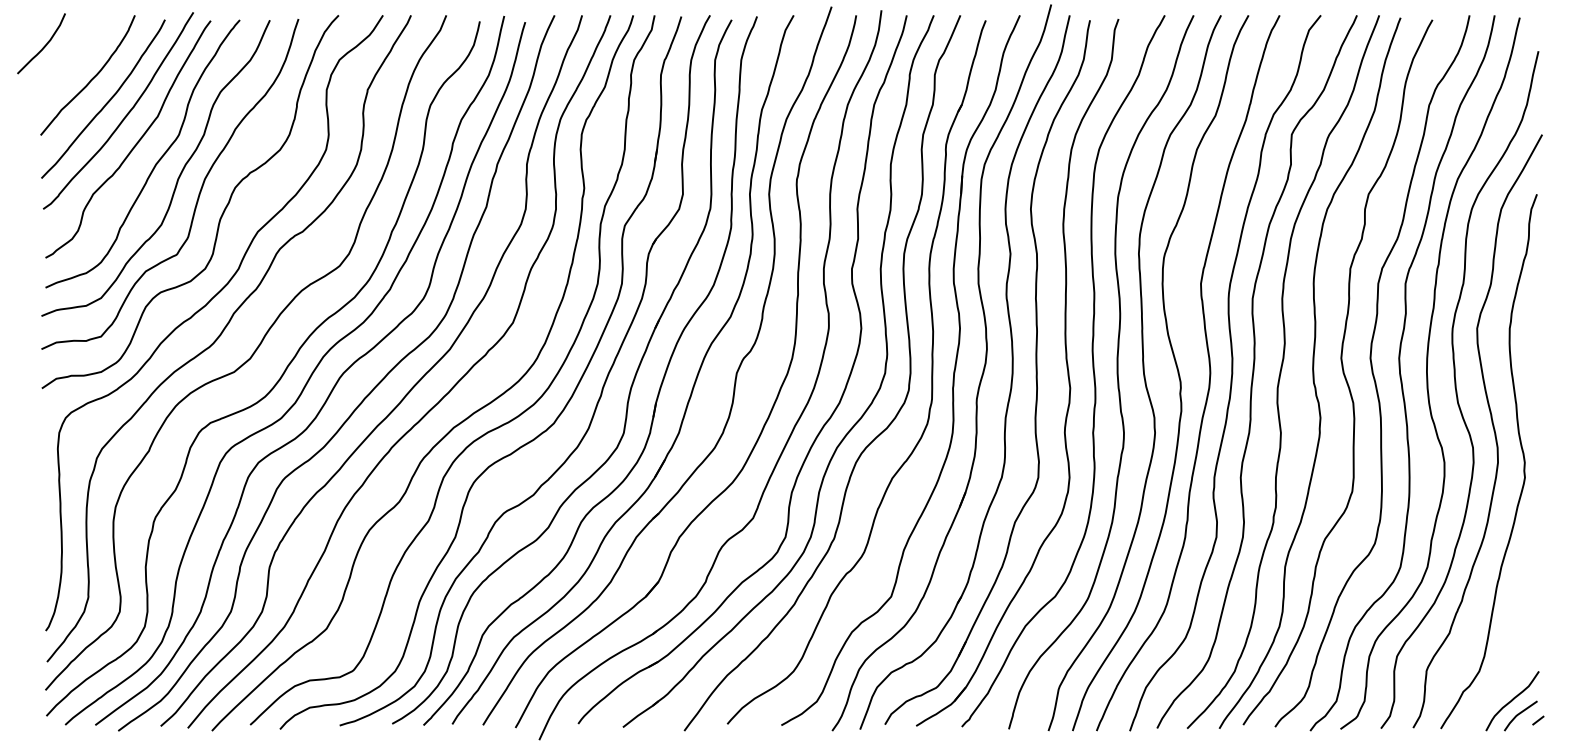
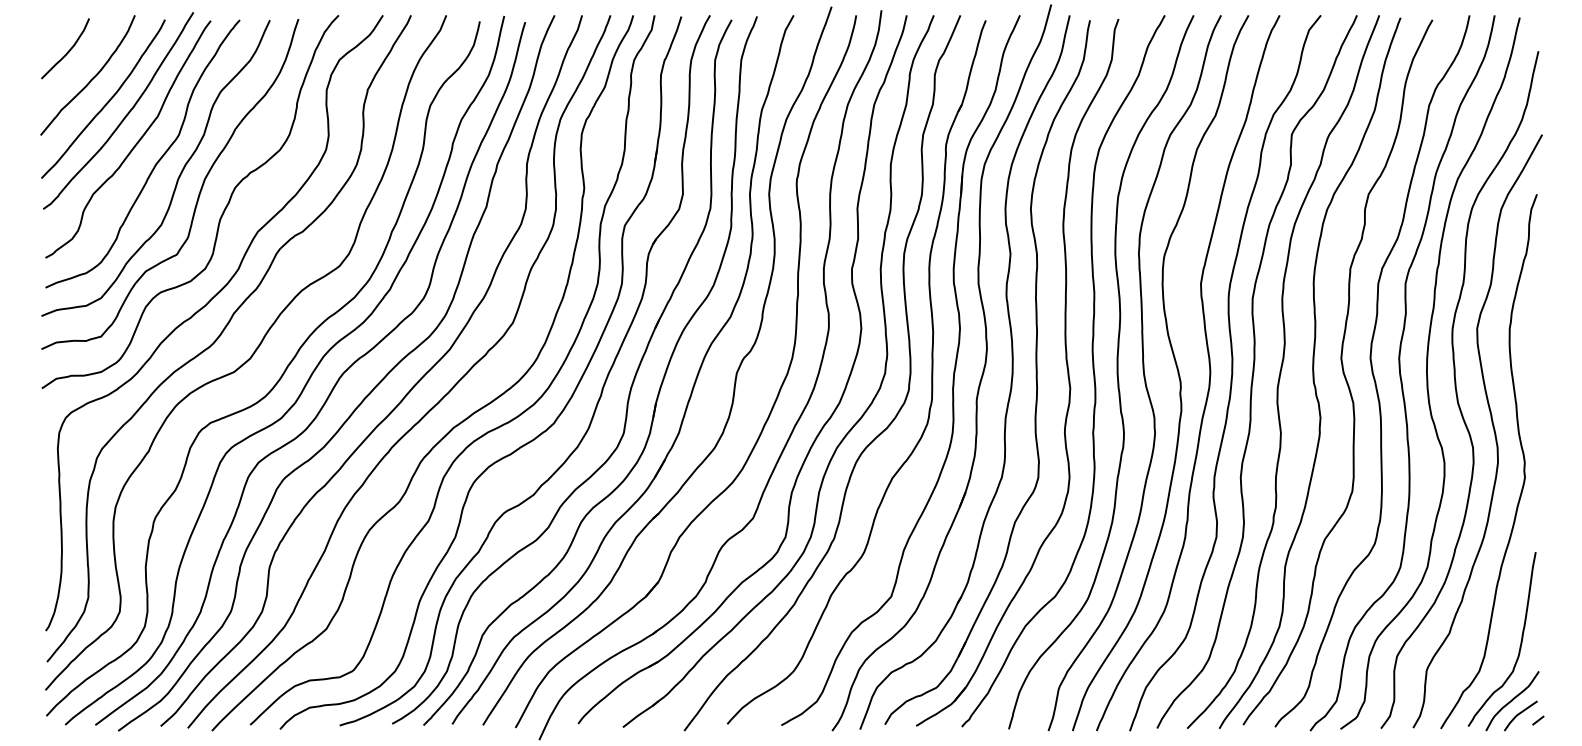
curve at (44, 45) position: (44, 45) -> (68, 50)
curve at (1520, 641): none -> present
